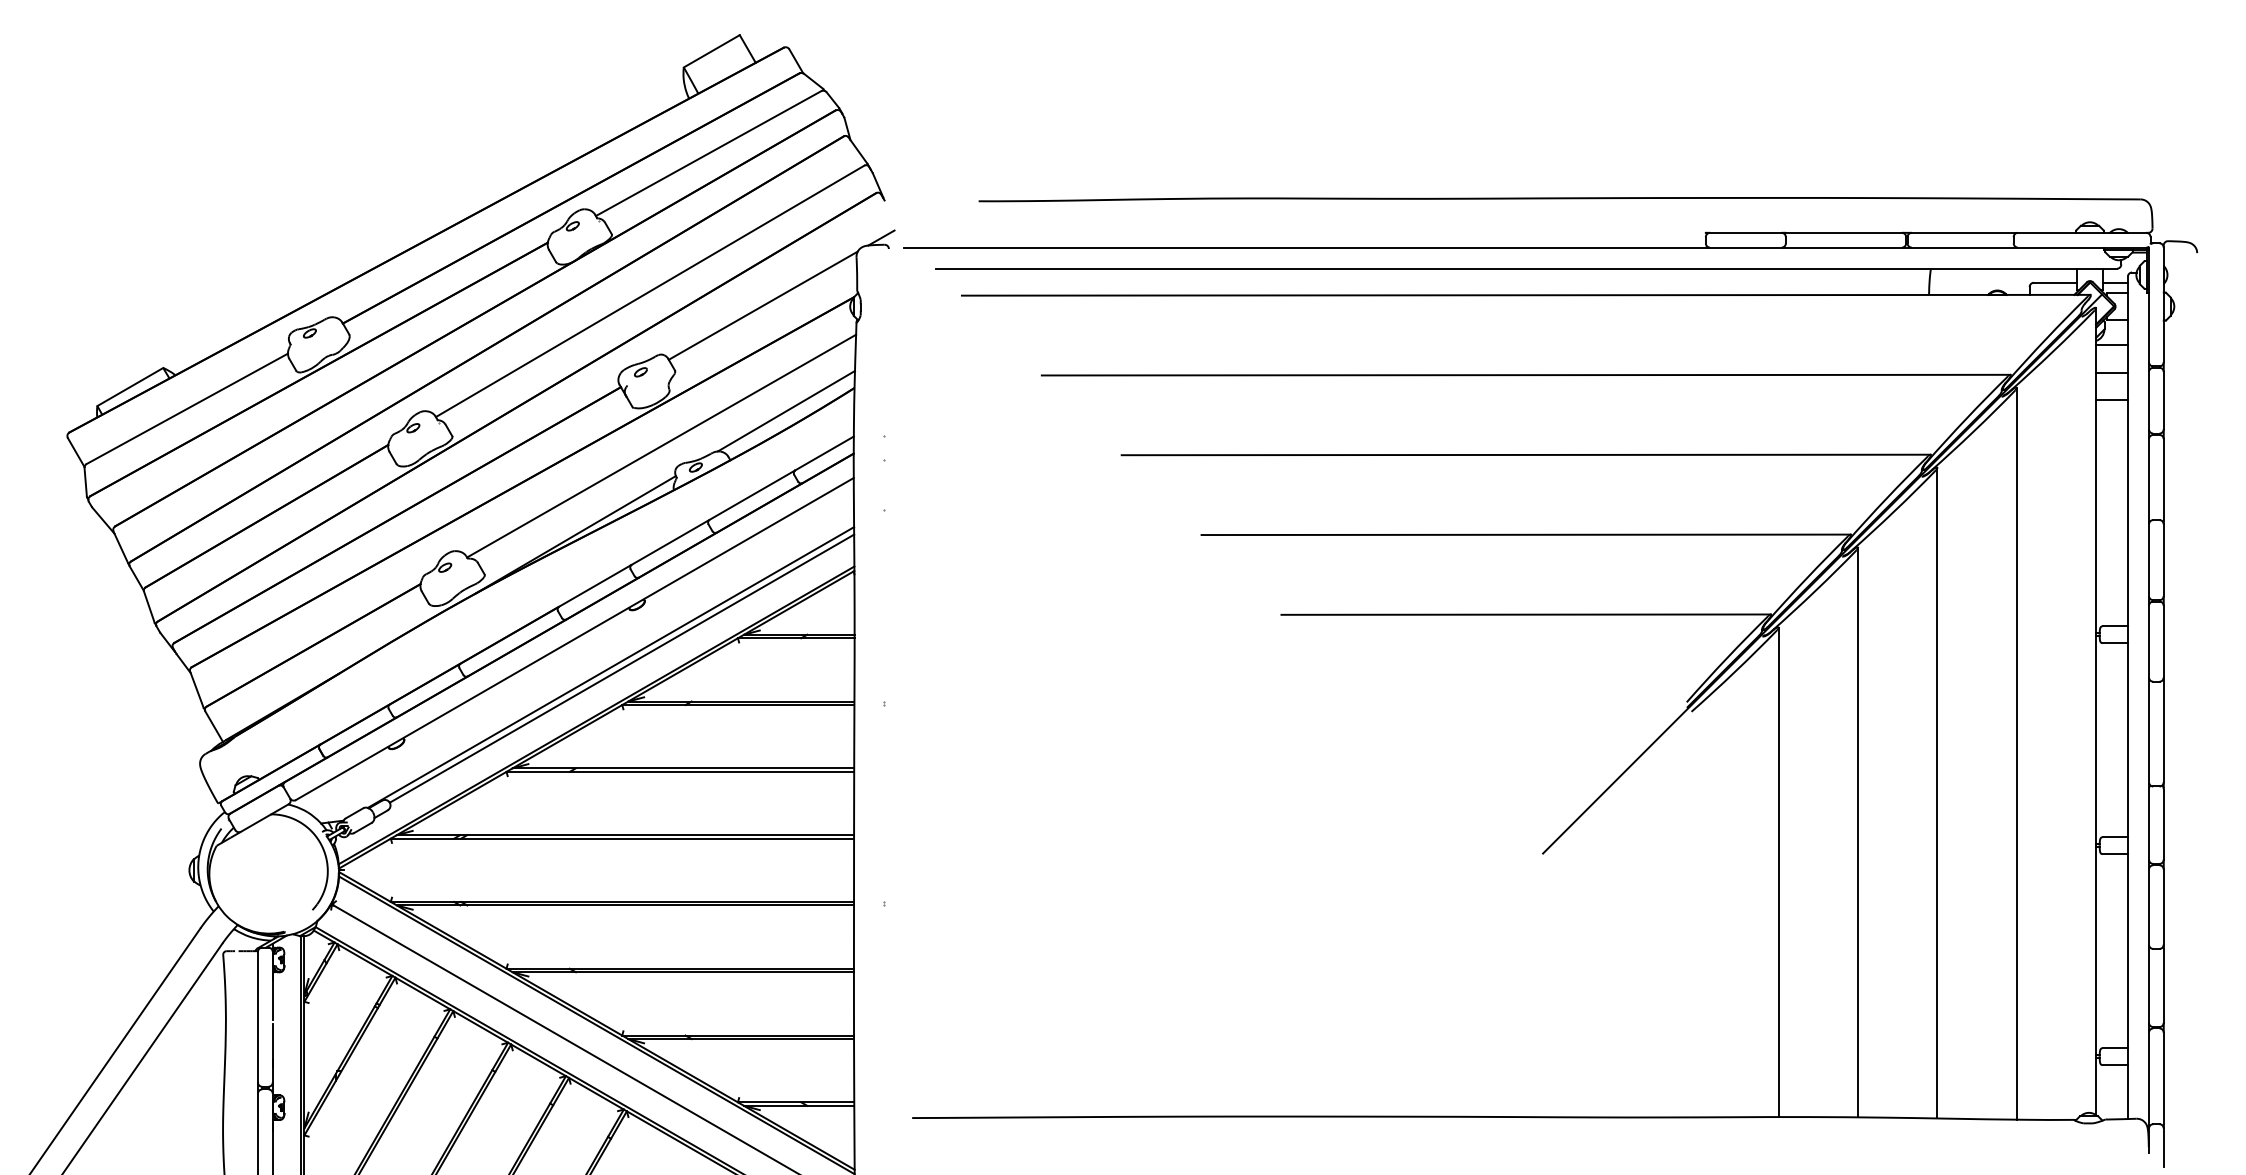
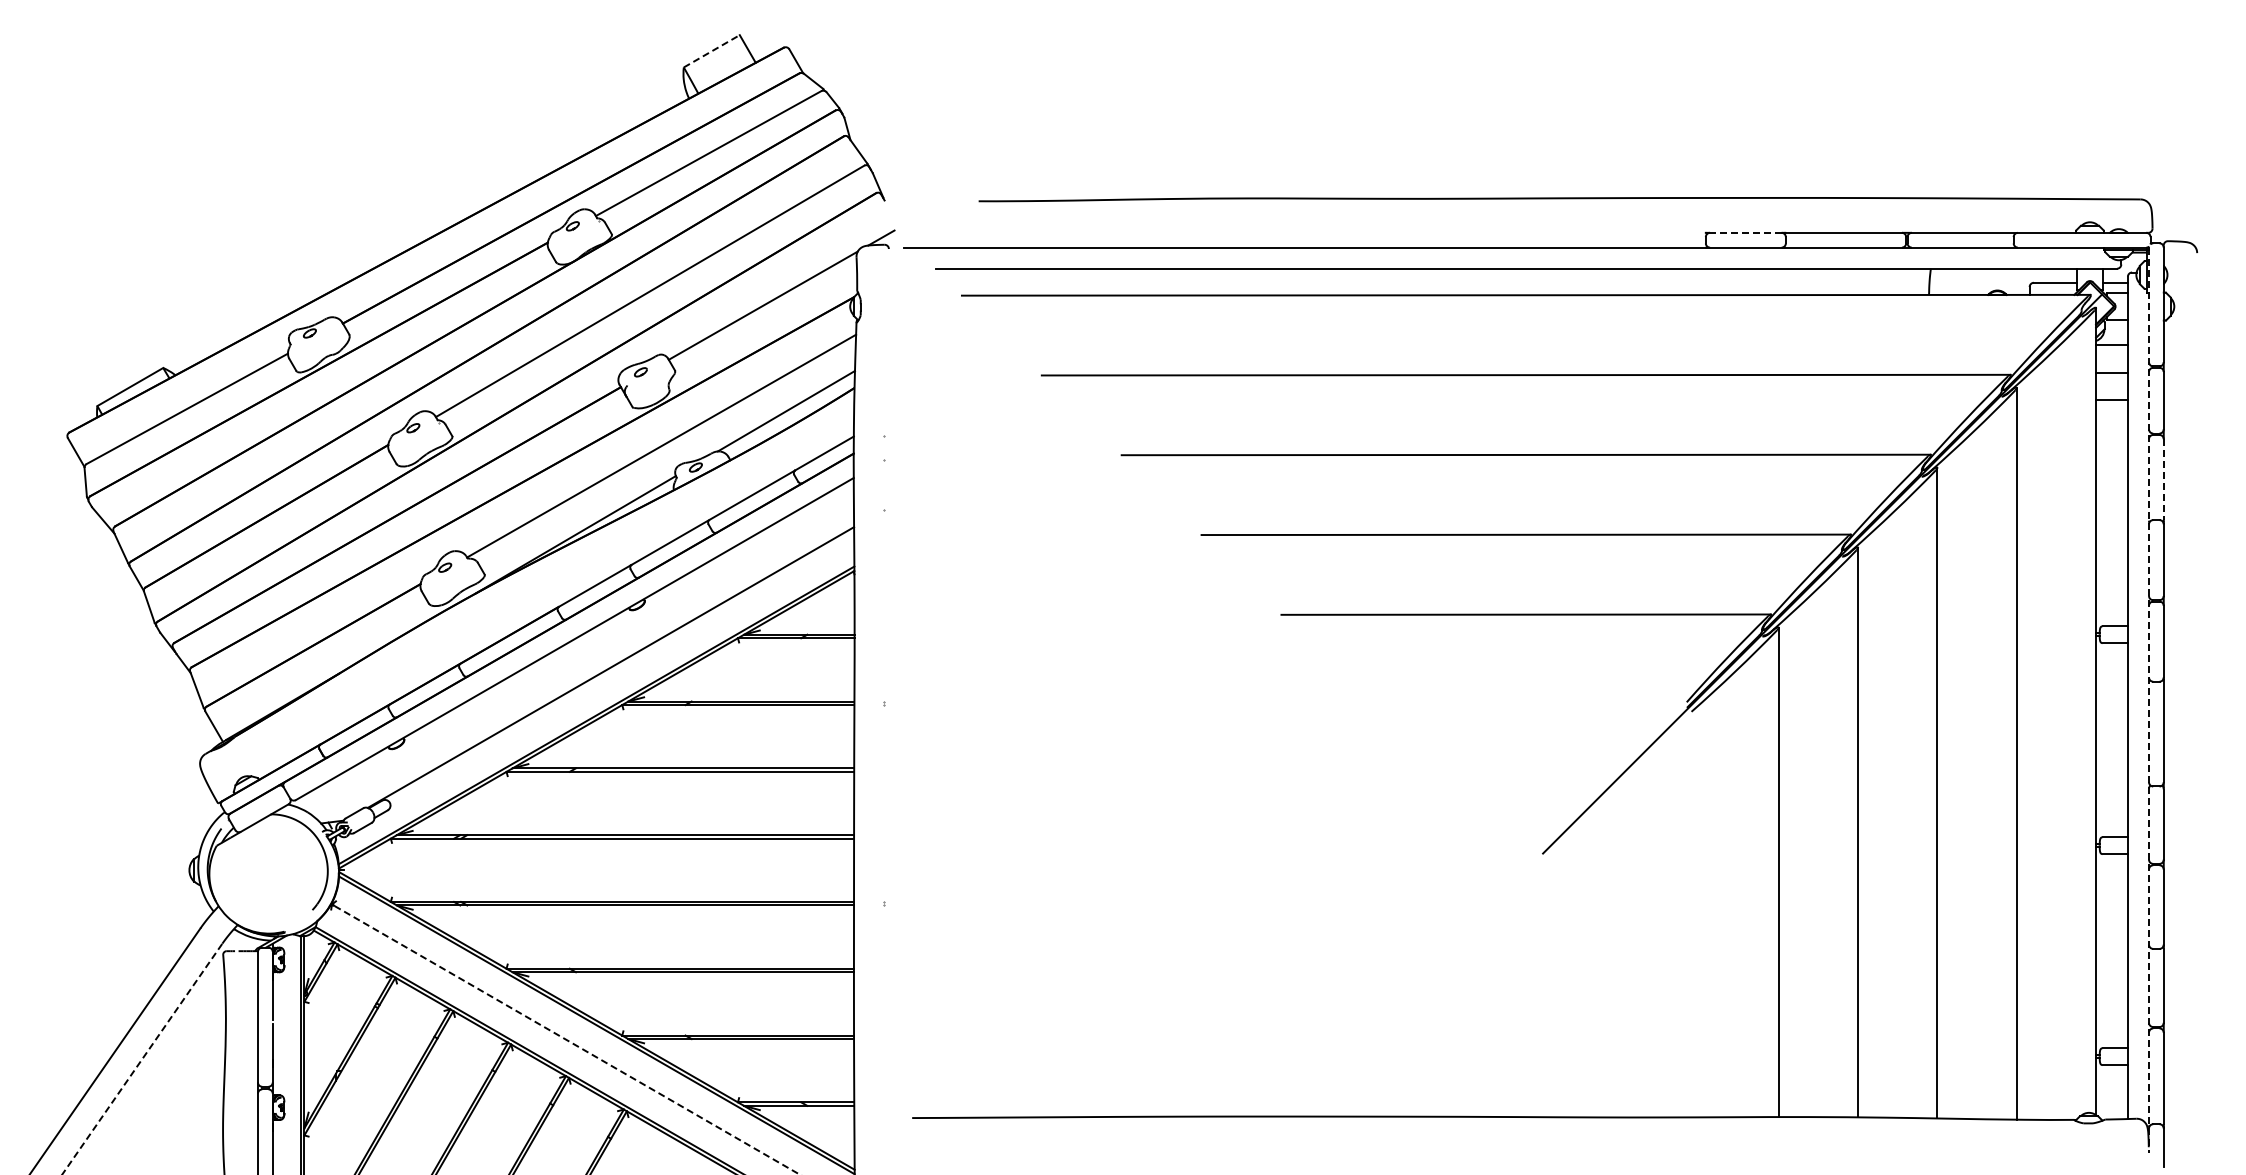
line at (712, 51): solid -> dashed
line at (1745, 232): solid -> dashed
line at (2163, 479): solid -> dashed
line at (621, 668): present -> none
line at (2149, 700): solid -> dashed
line at (567, 1040): solid -> dashed
line at (142, 1058): solid -> dashed
